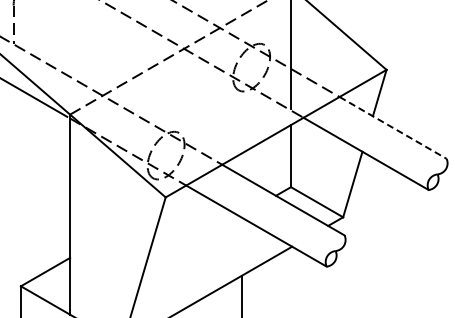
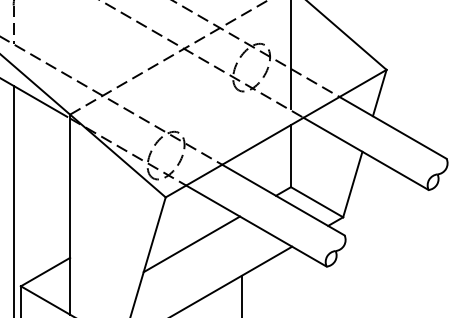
line at (393, 127): dashed -> solid
line at (13, 199): none -> present
line at (191, 244): none -> present
